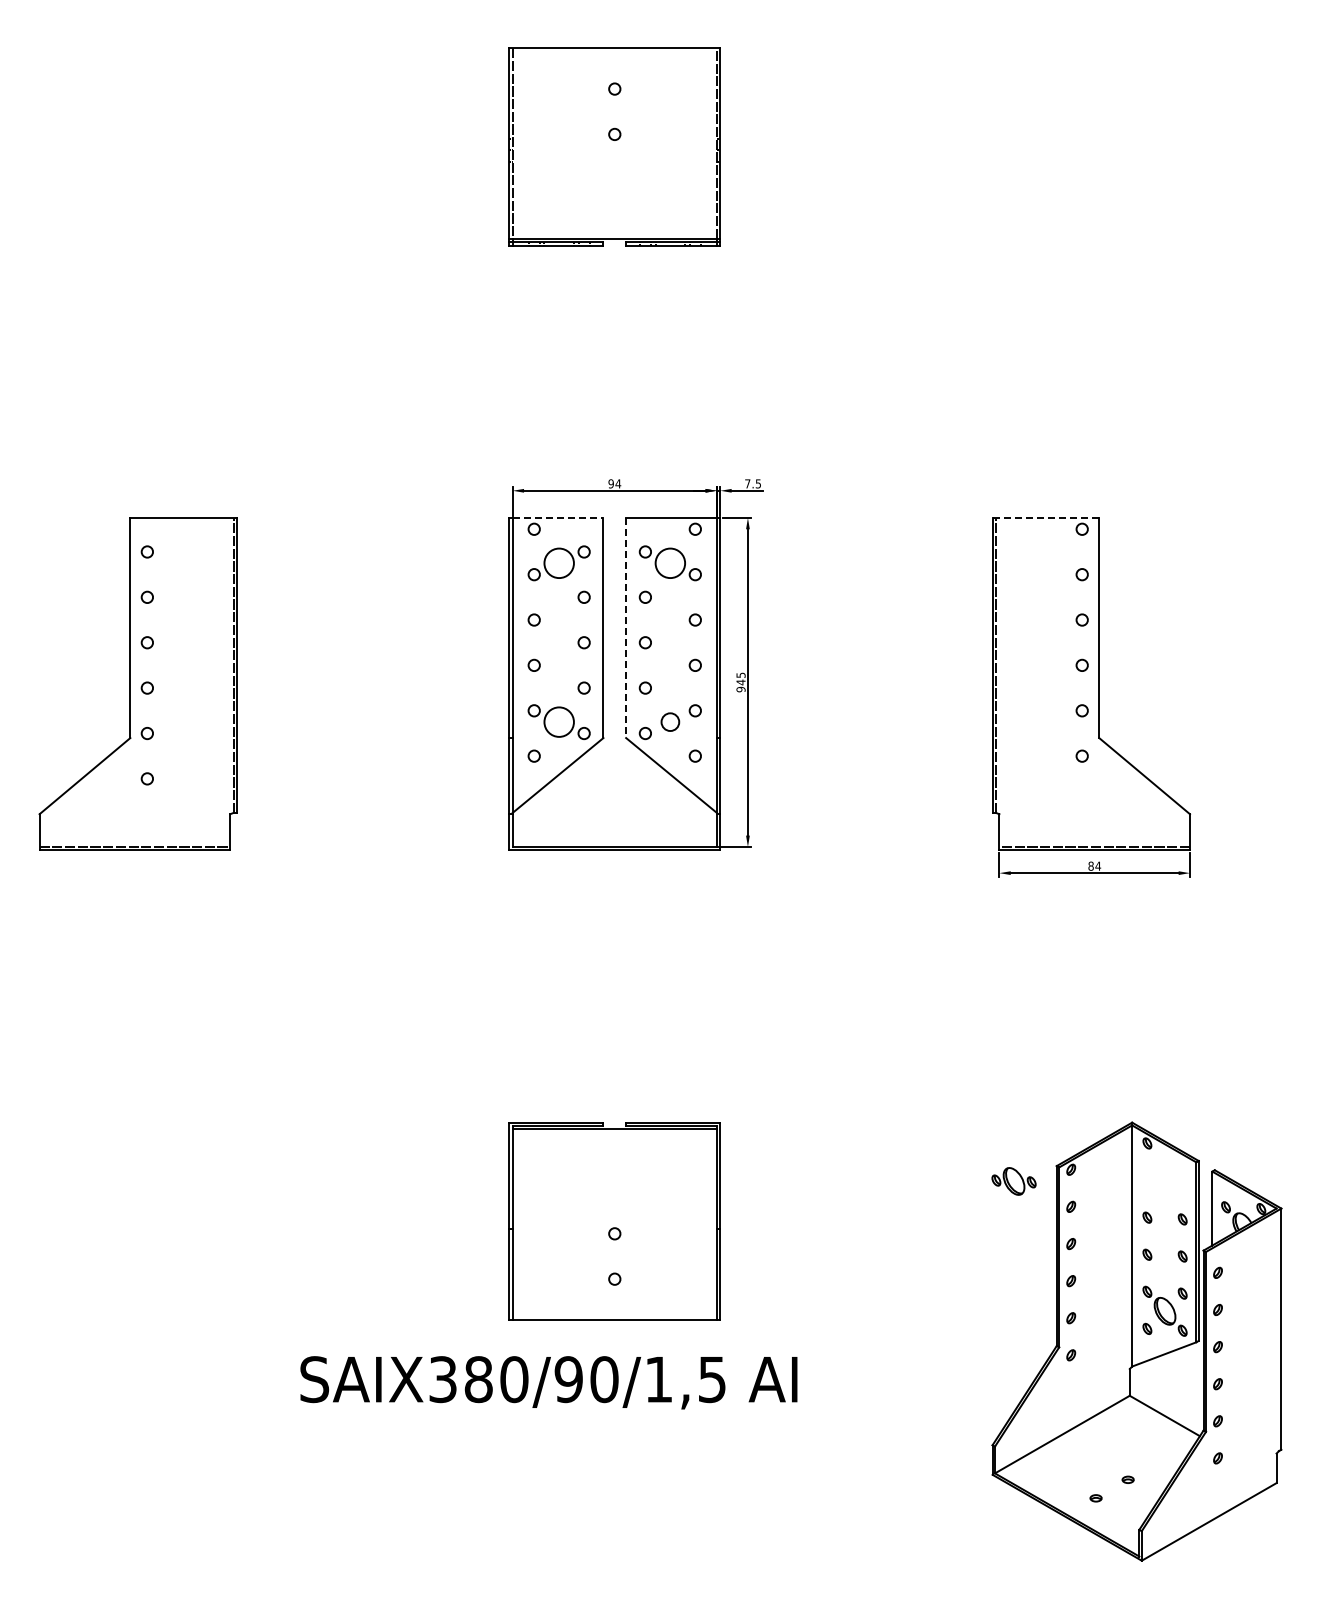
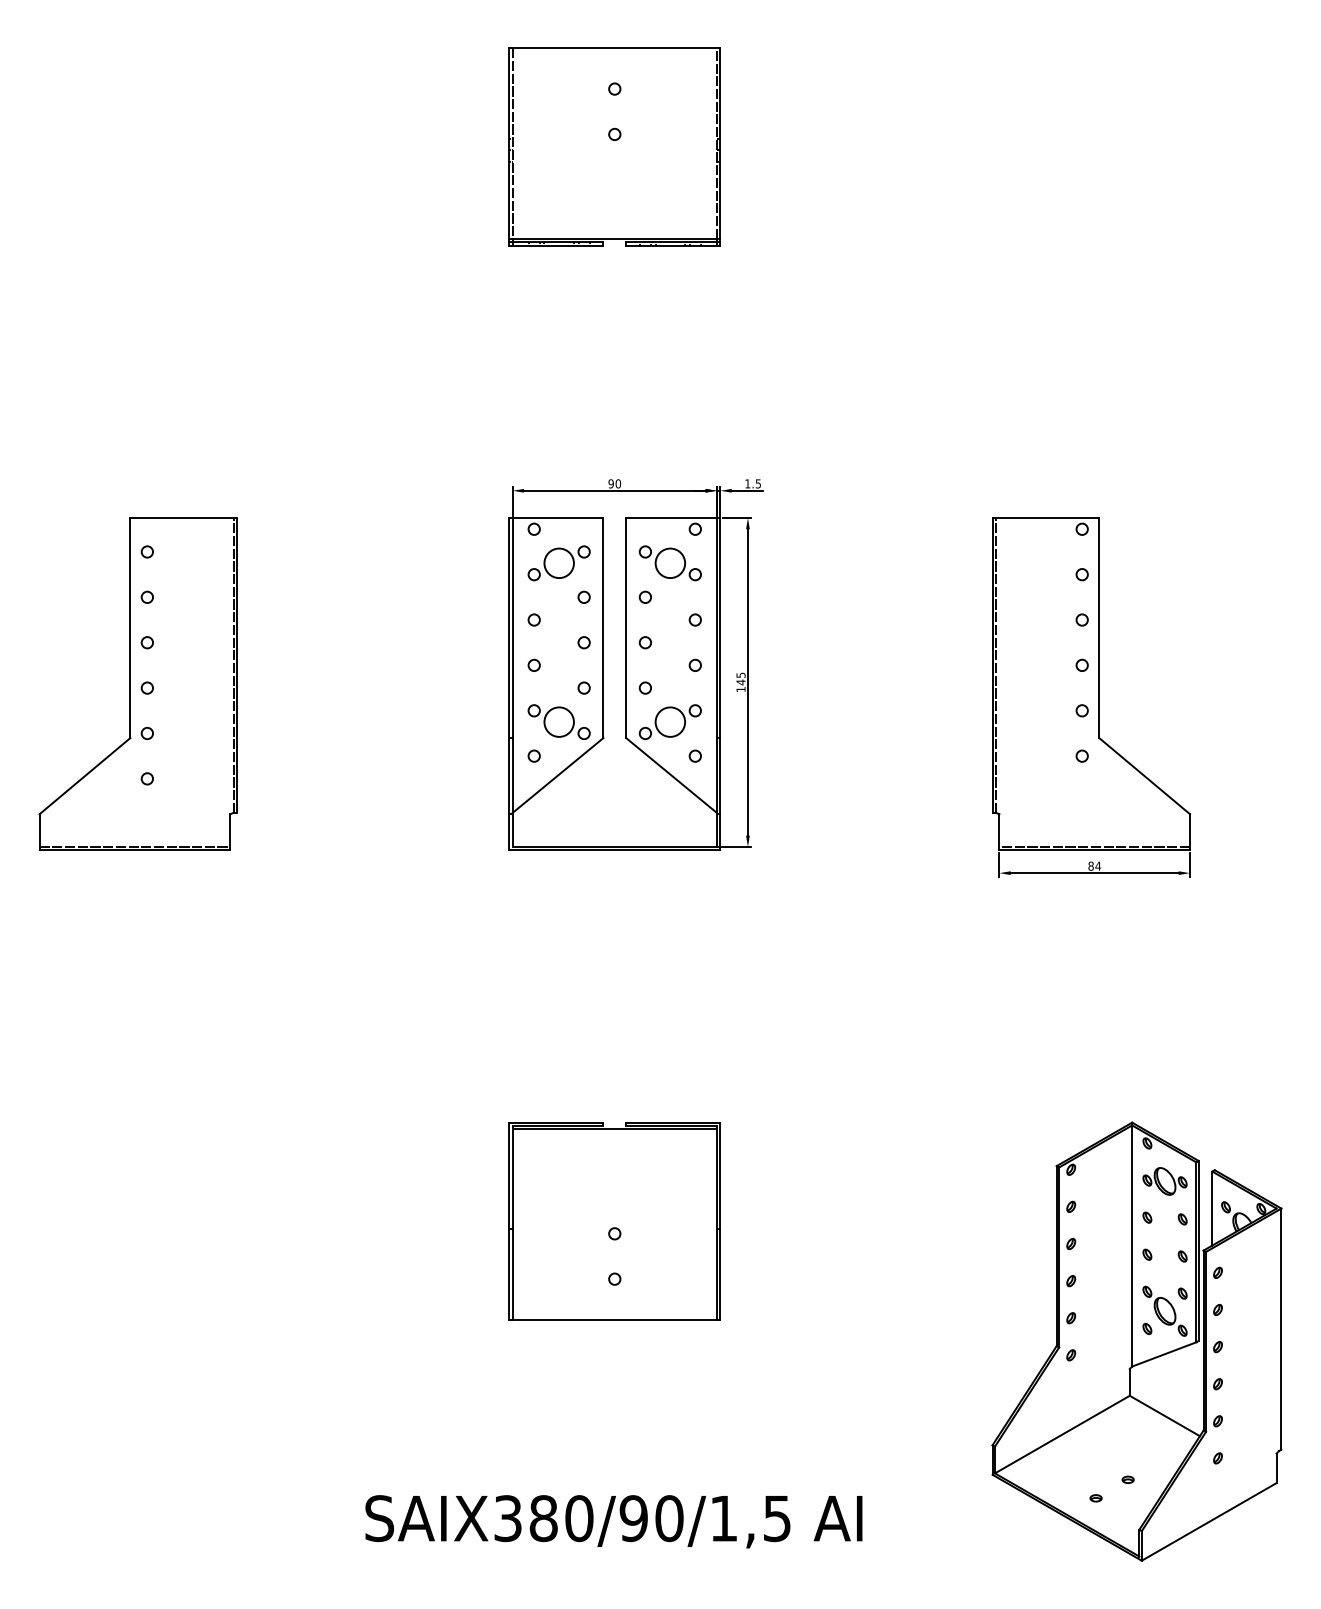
text at (618, 483): 94 -> 90
text at (747, 483): 7.5 -> 1.5
line at (558, 517): dashed -> solid
line at (1046, 517): dashed -> solid
line at (626, 628): dashed -> solid
text at (740, 689): 945 -> 145
circle at (670, 722) diameter: 18 px -> 29 px
part at (1013, 1181) position: (1013, 1181) -> (1164, 1181)
text at (548, 1382) position: (548, 1382) -> (613, 1521)
